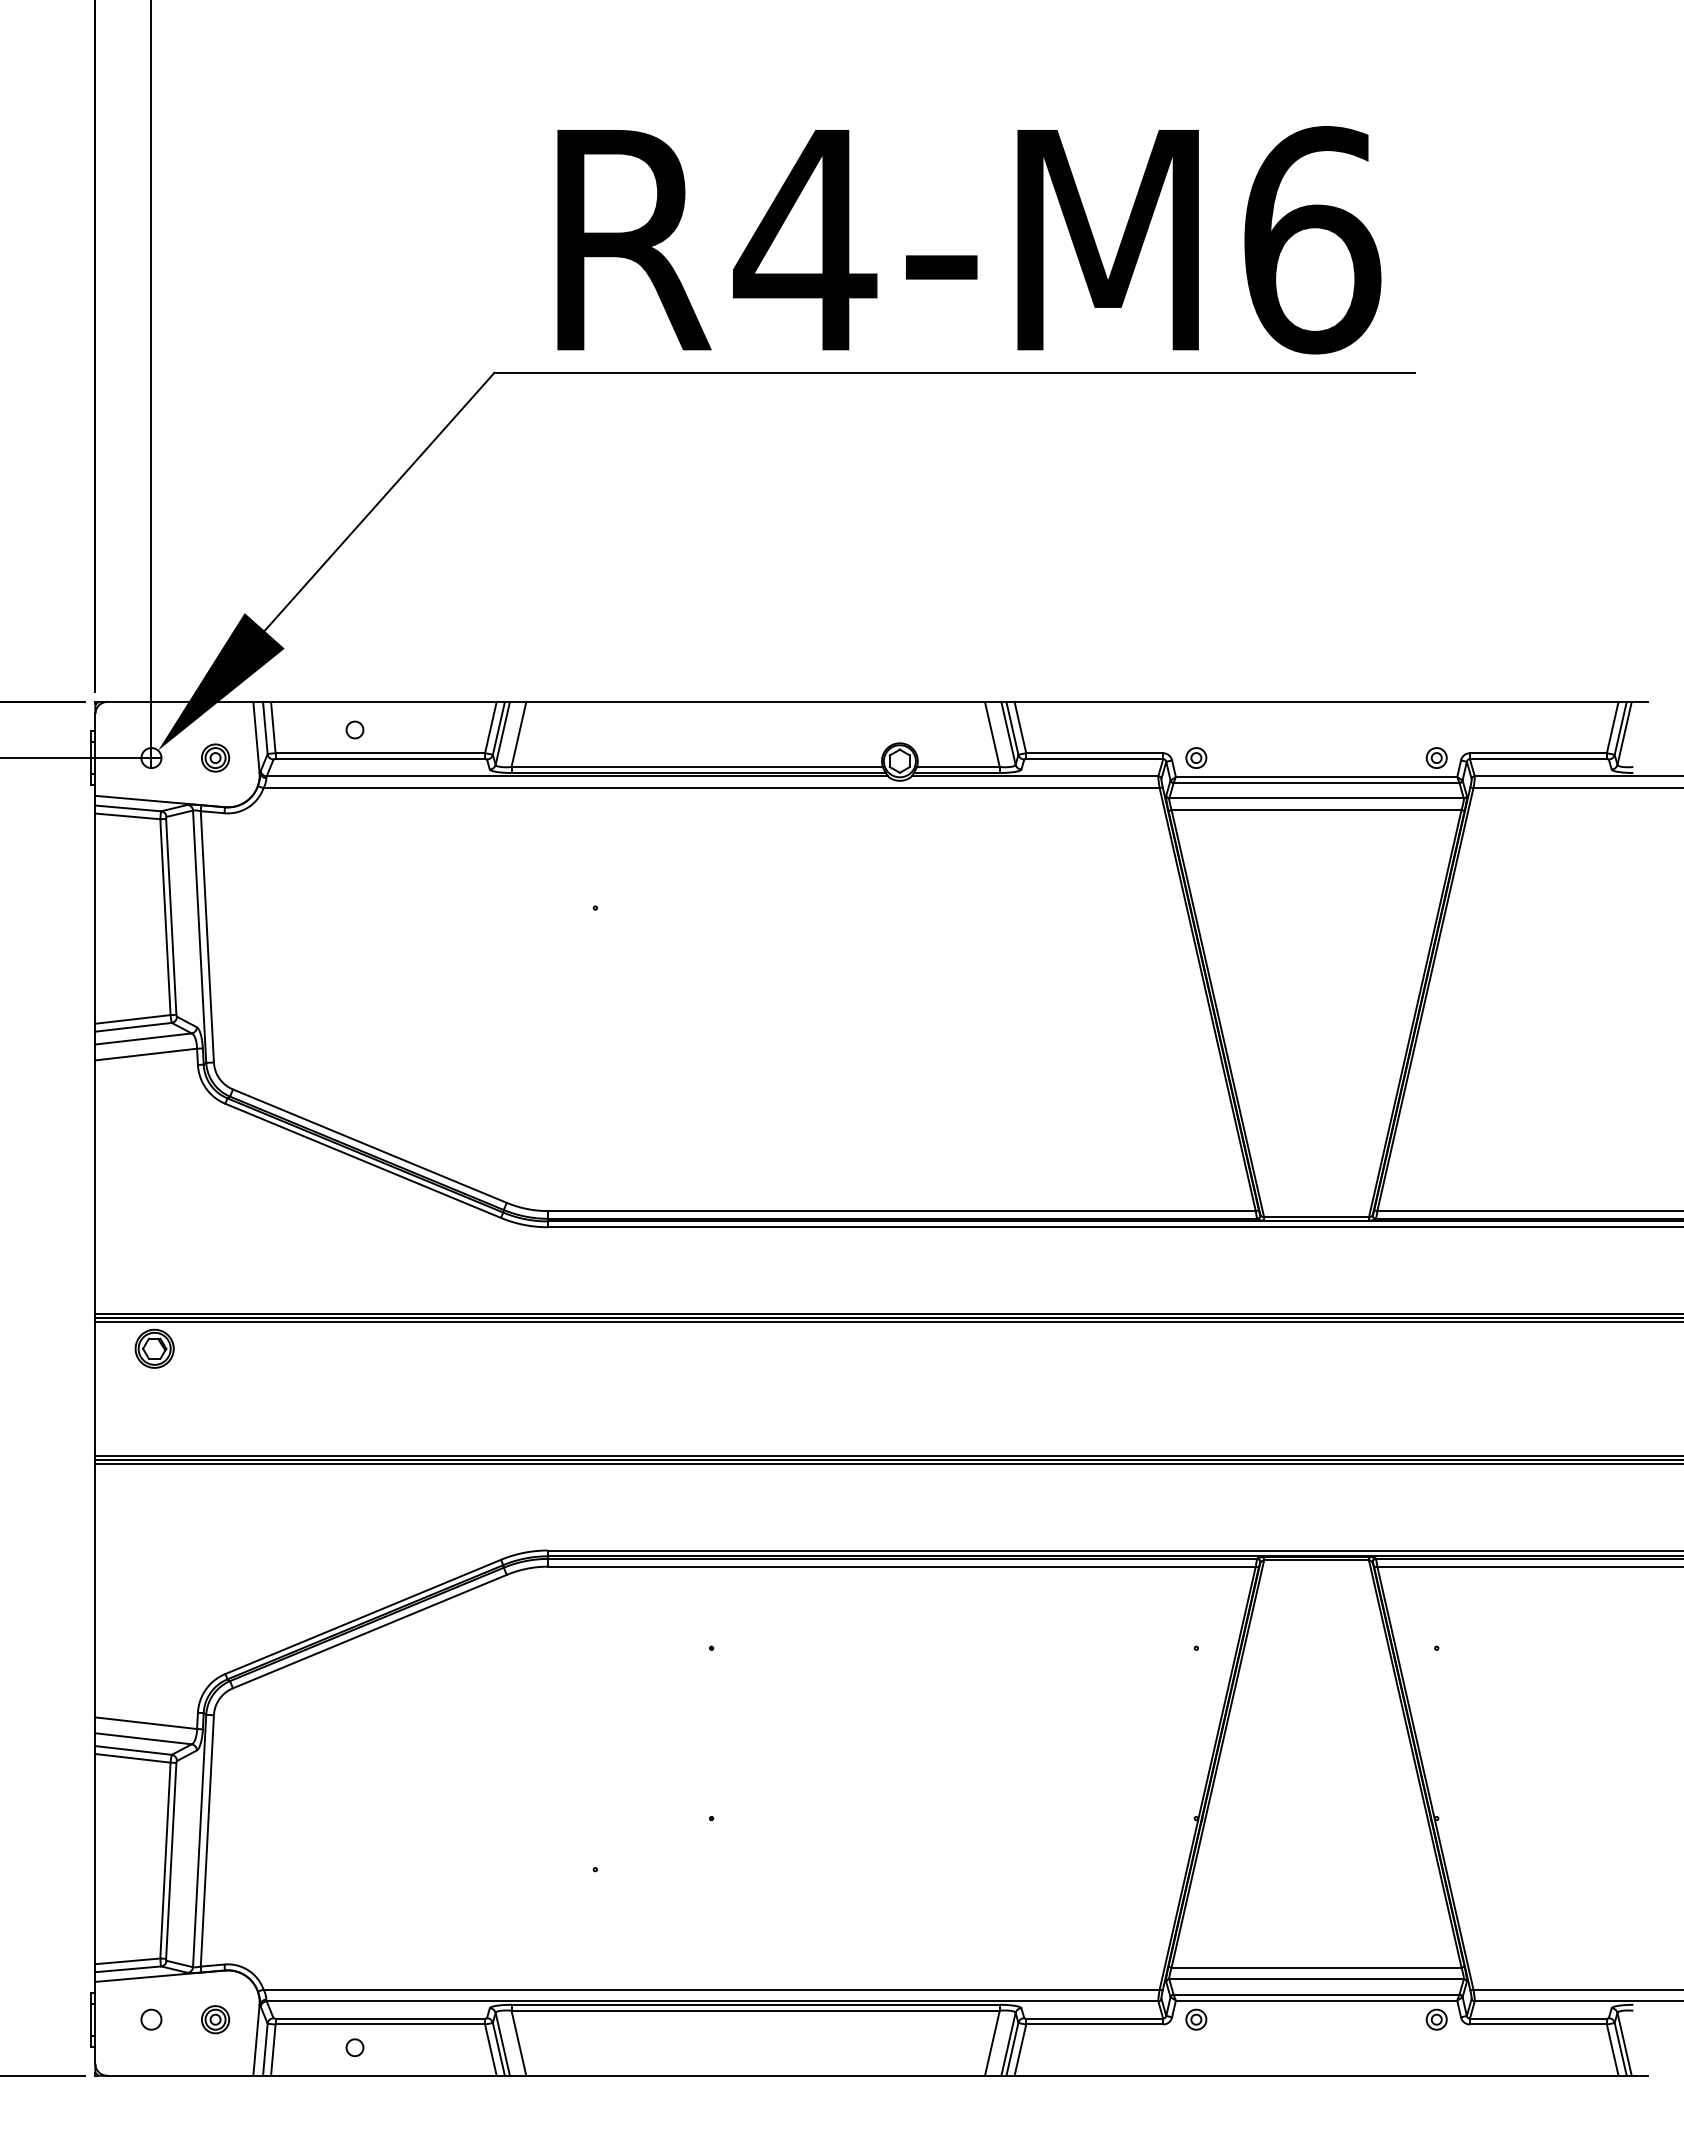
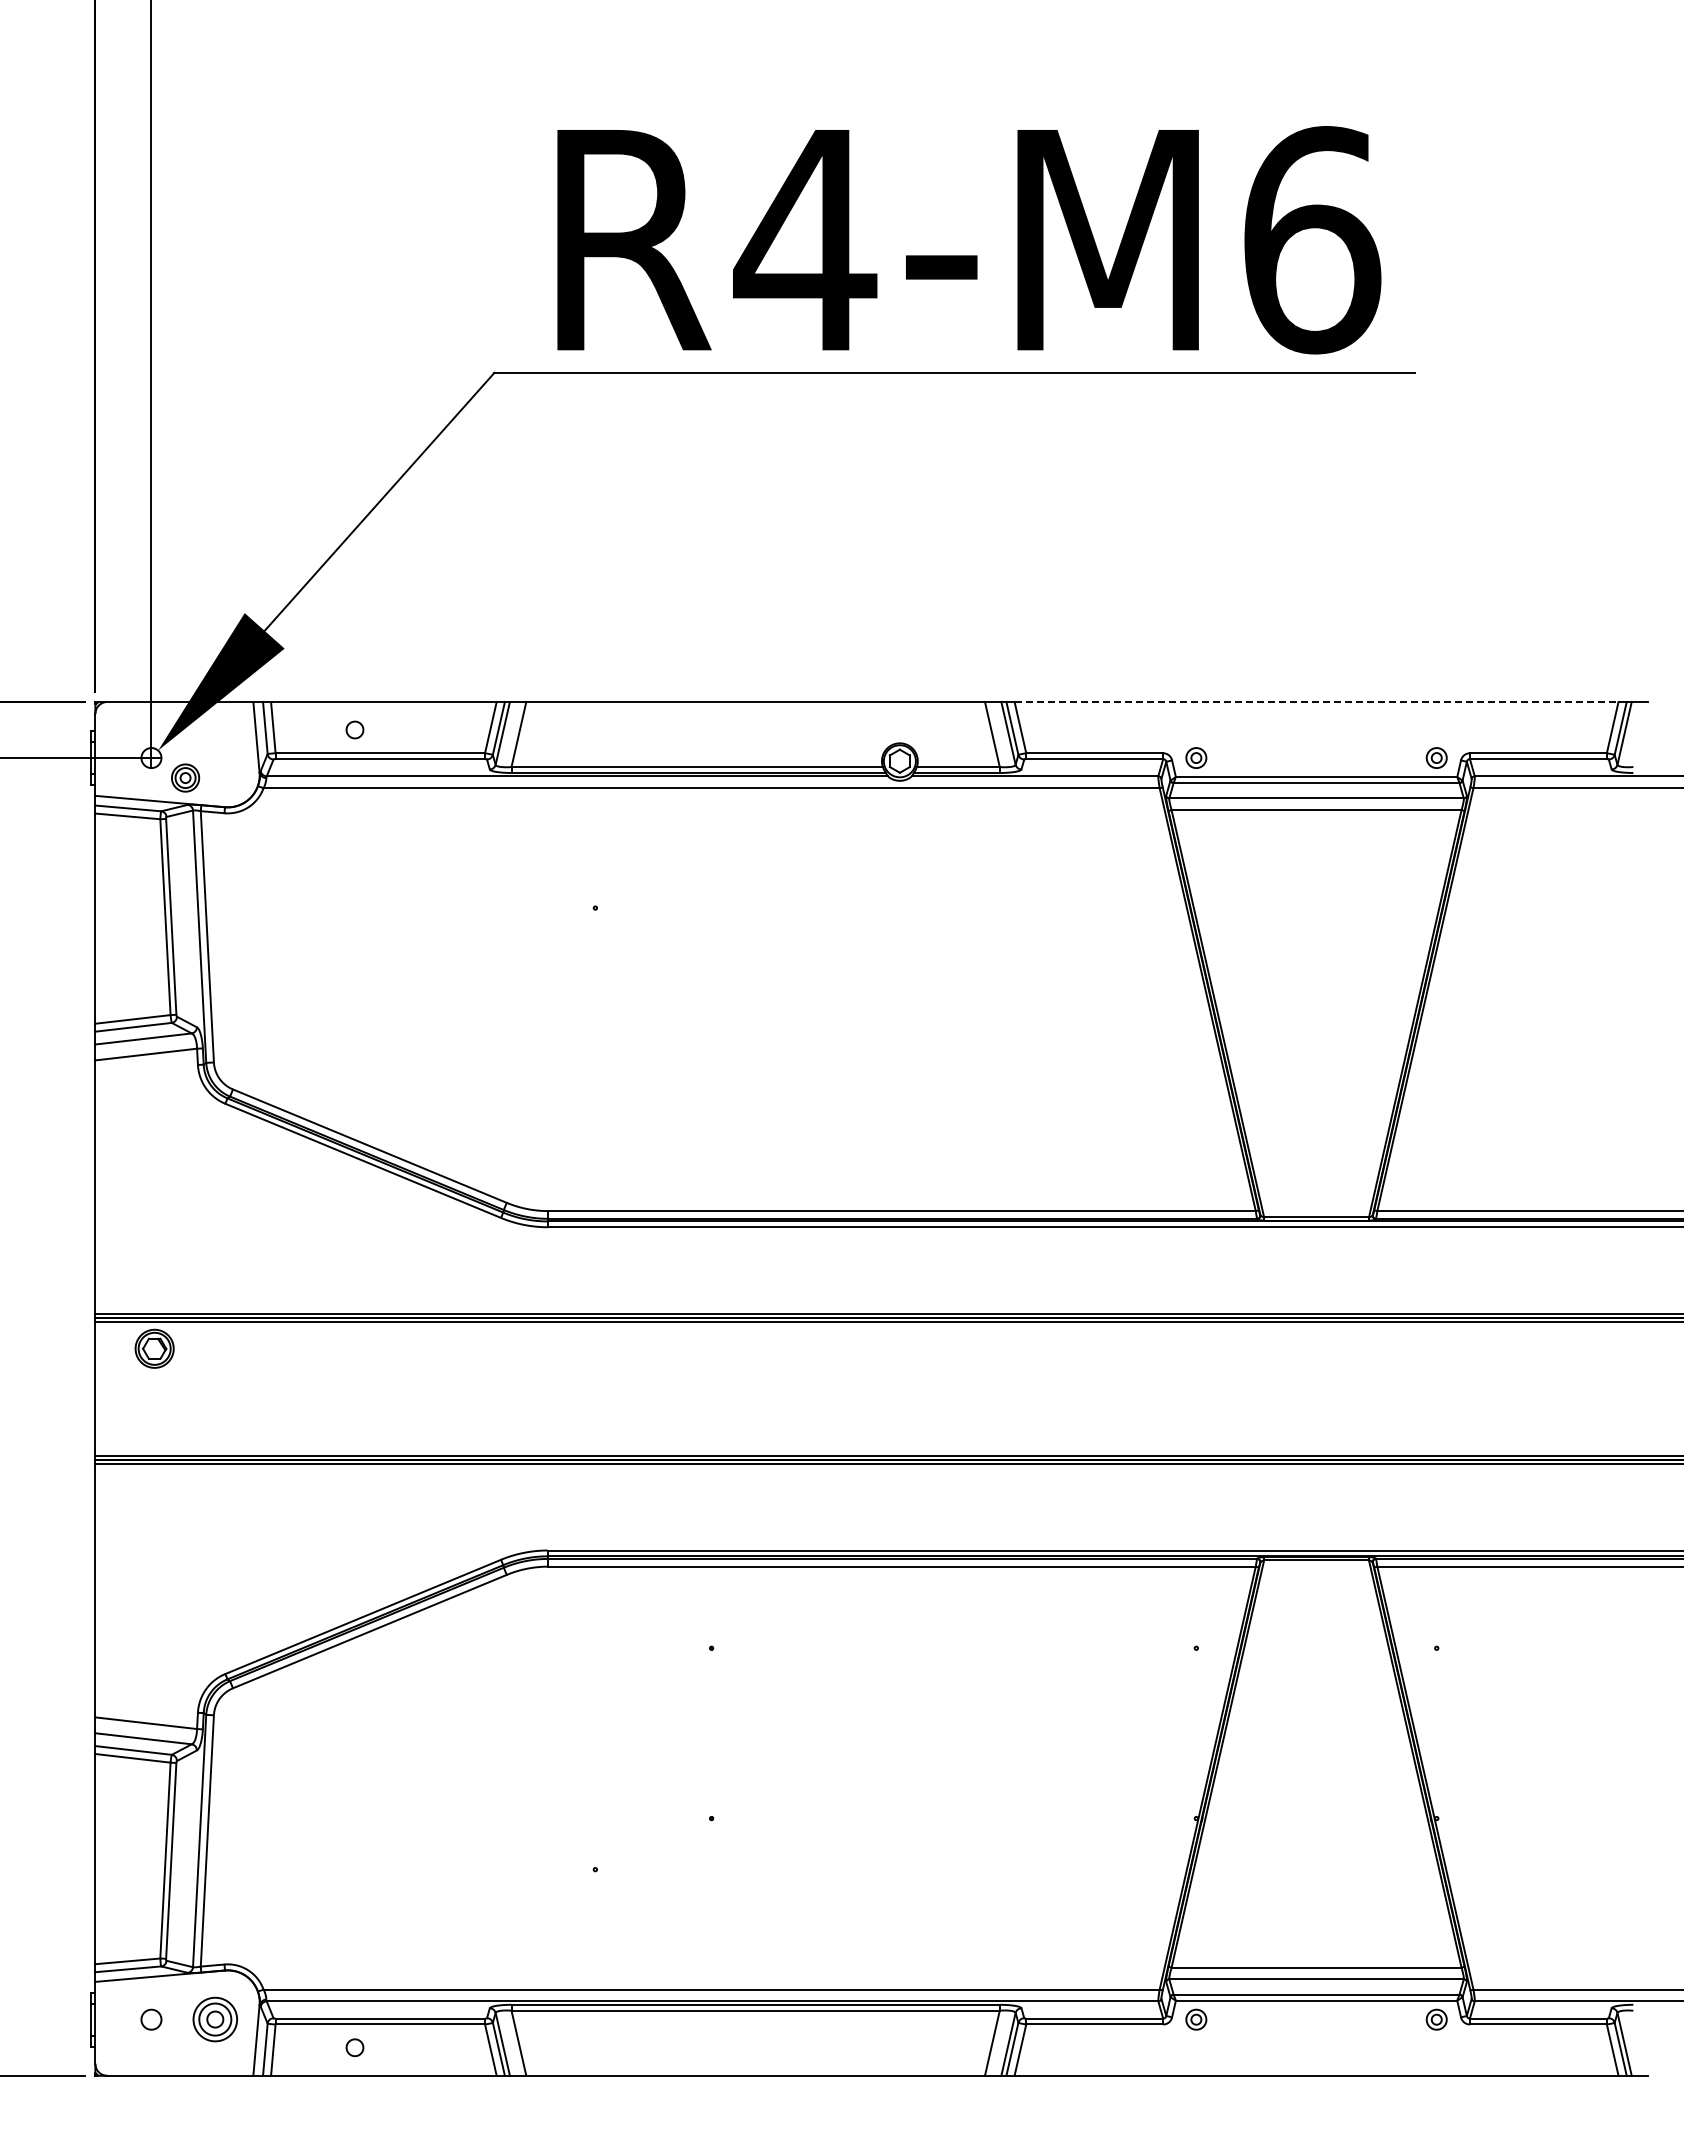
line at (1316, 701): solid -> dashed
part at (215, 757) position: (215, 757) -> (185, 777)
part at (215, 2019) size: 30x30 px -> 46x47 px
